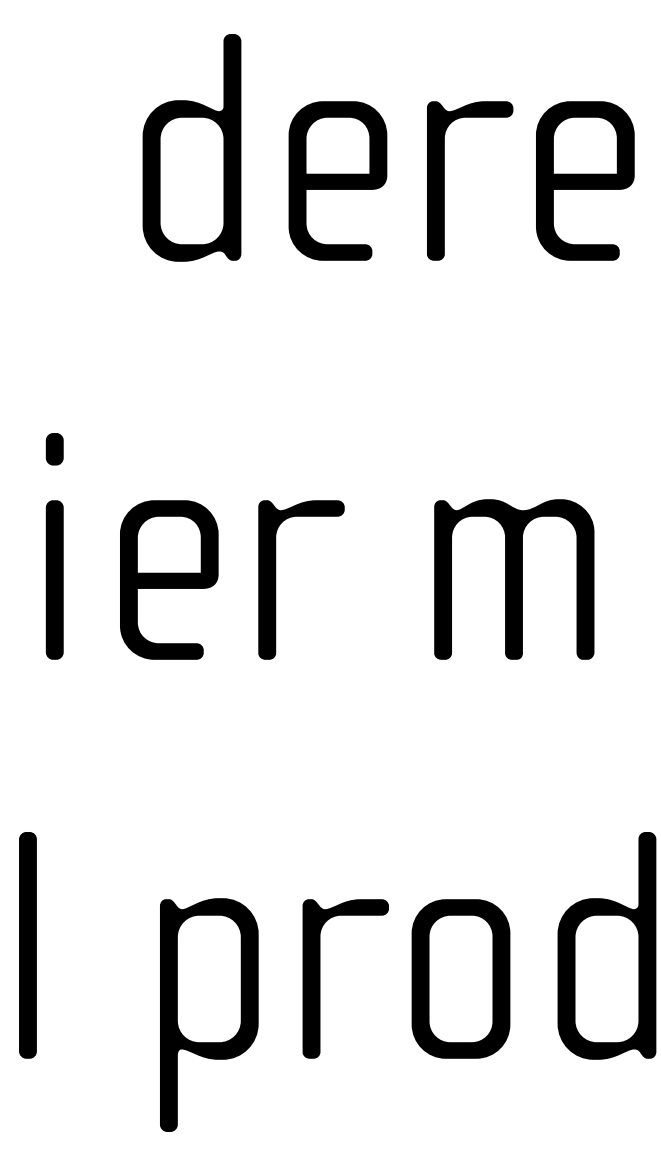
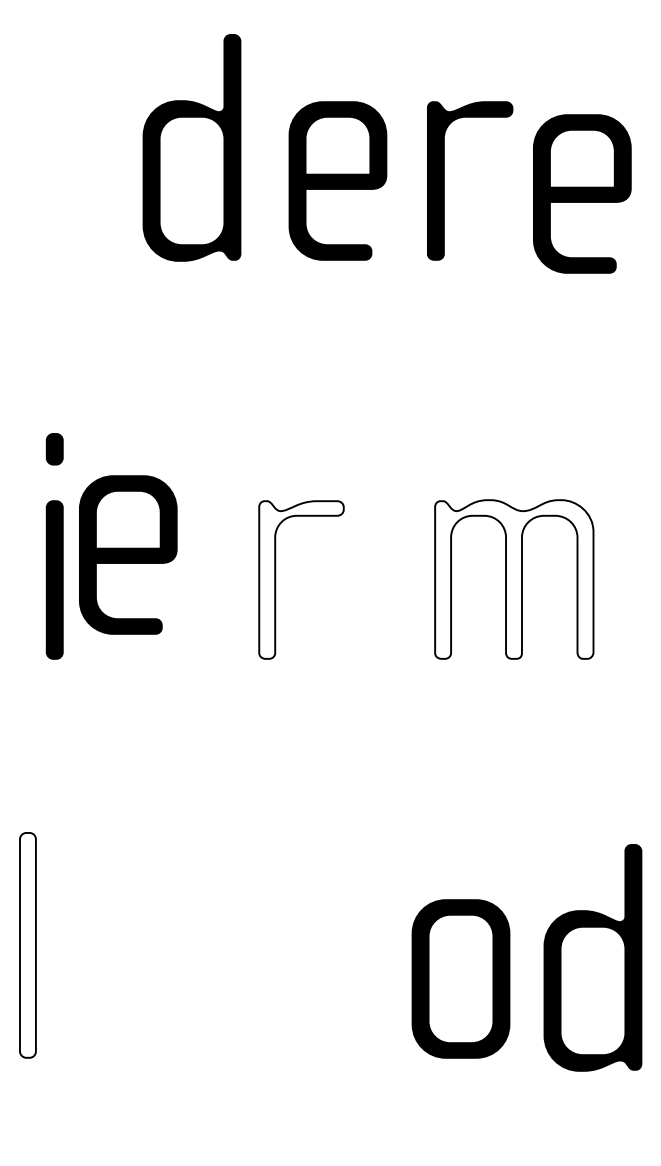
part at (585, 180) position: (585, 180) -> (582, 193)
part at (169, 579) position: (169, 579) -> (128, 554)
fill at (301, 579): present -> none
fill at (514, 579): present -> none
fill at (27, 944): present -> none
part at (606, 945) position: (606, 945) -> (592, 957)
part at (320, 978): present -> none
part at (209, 1014): present -> none
